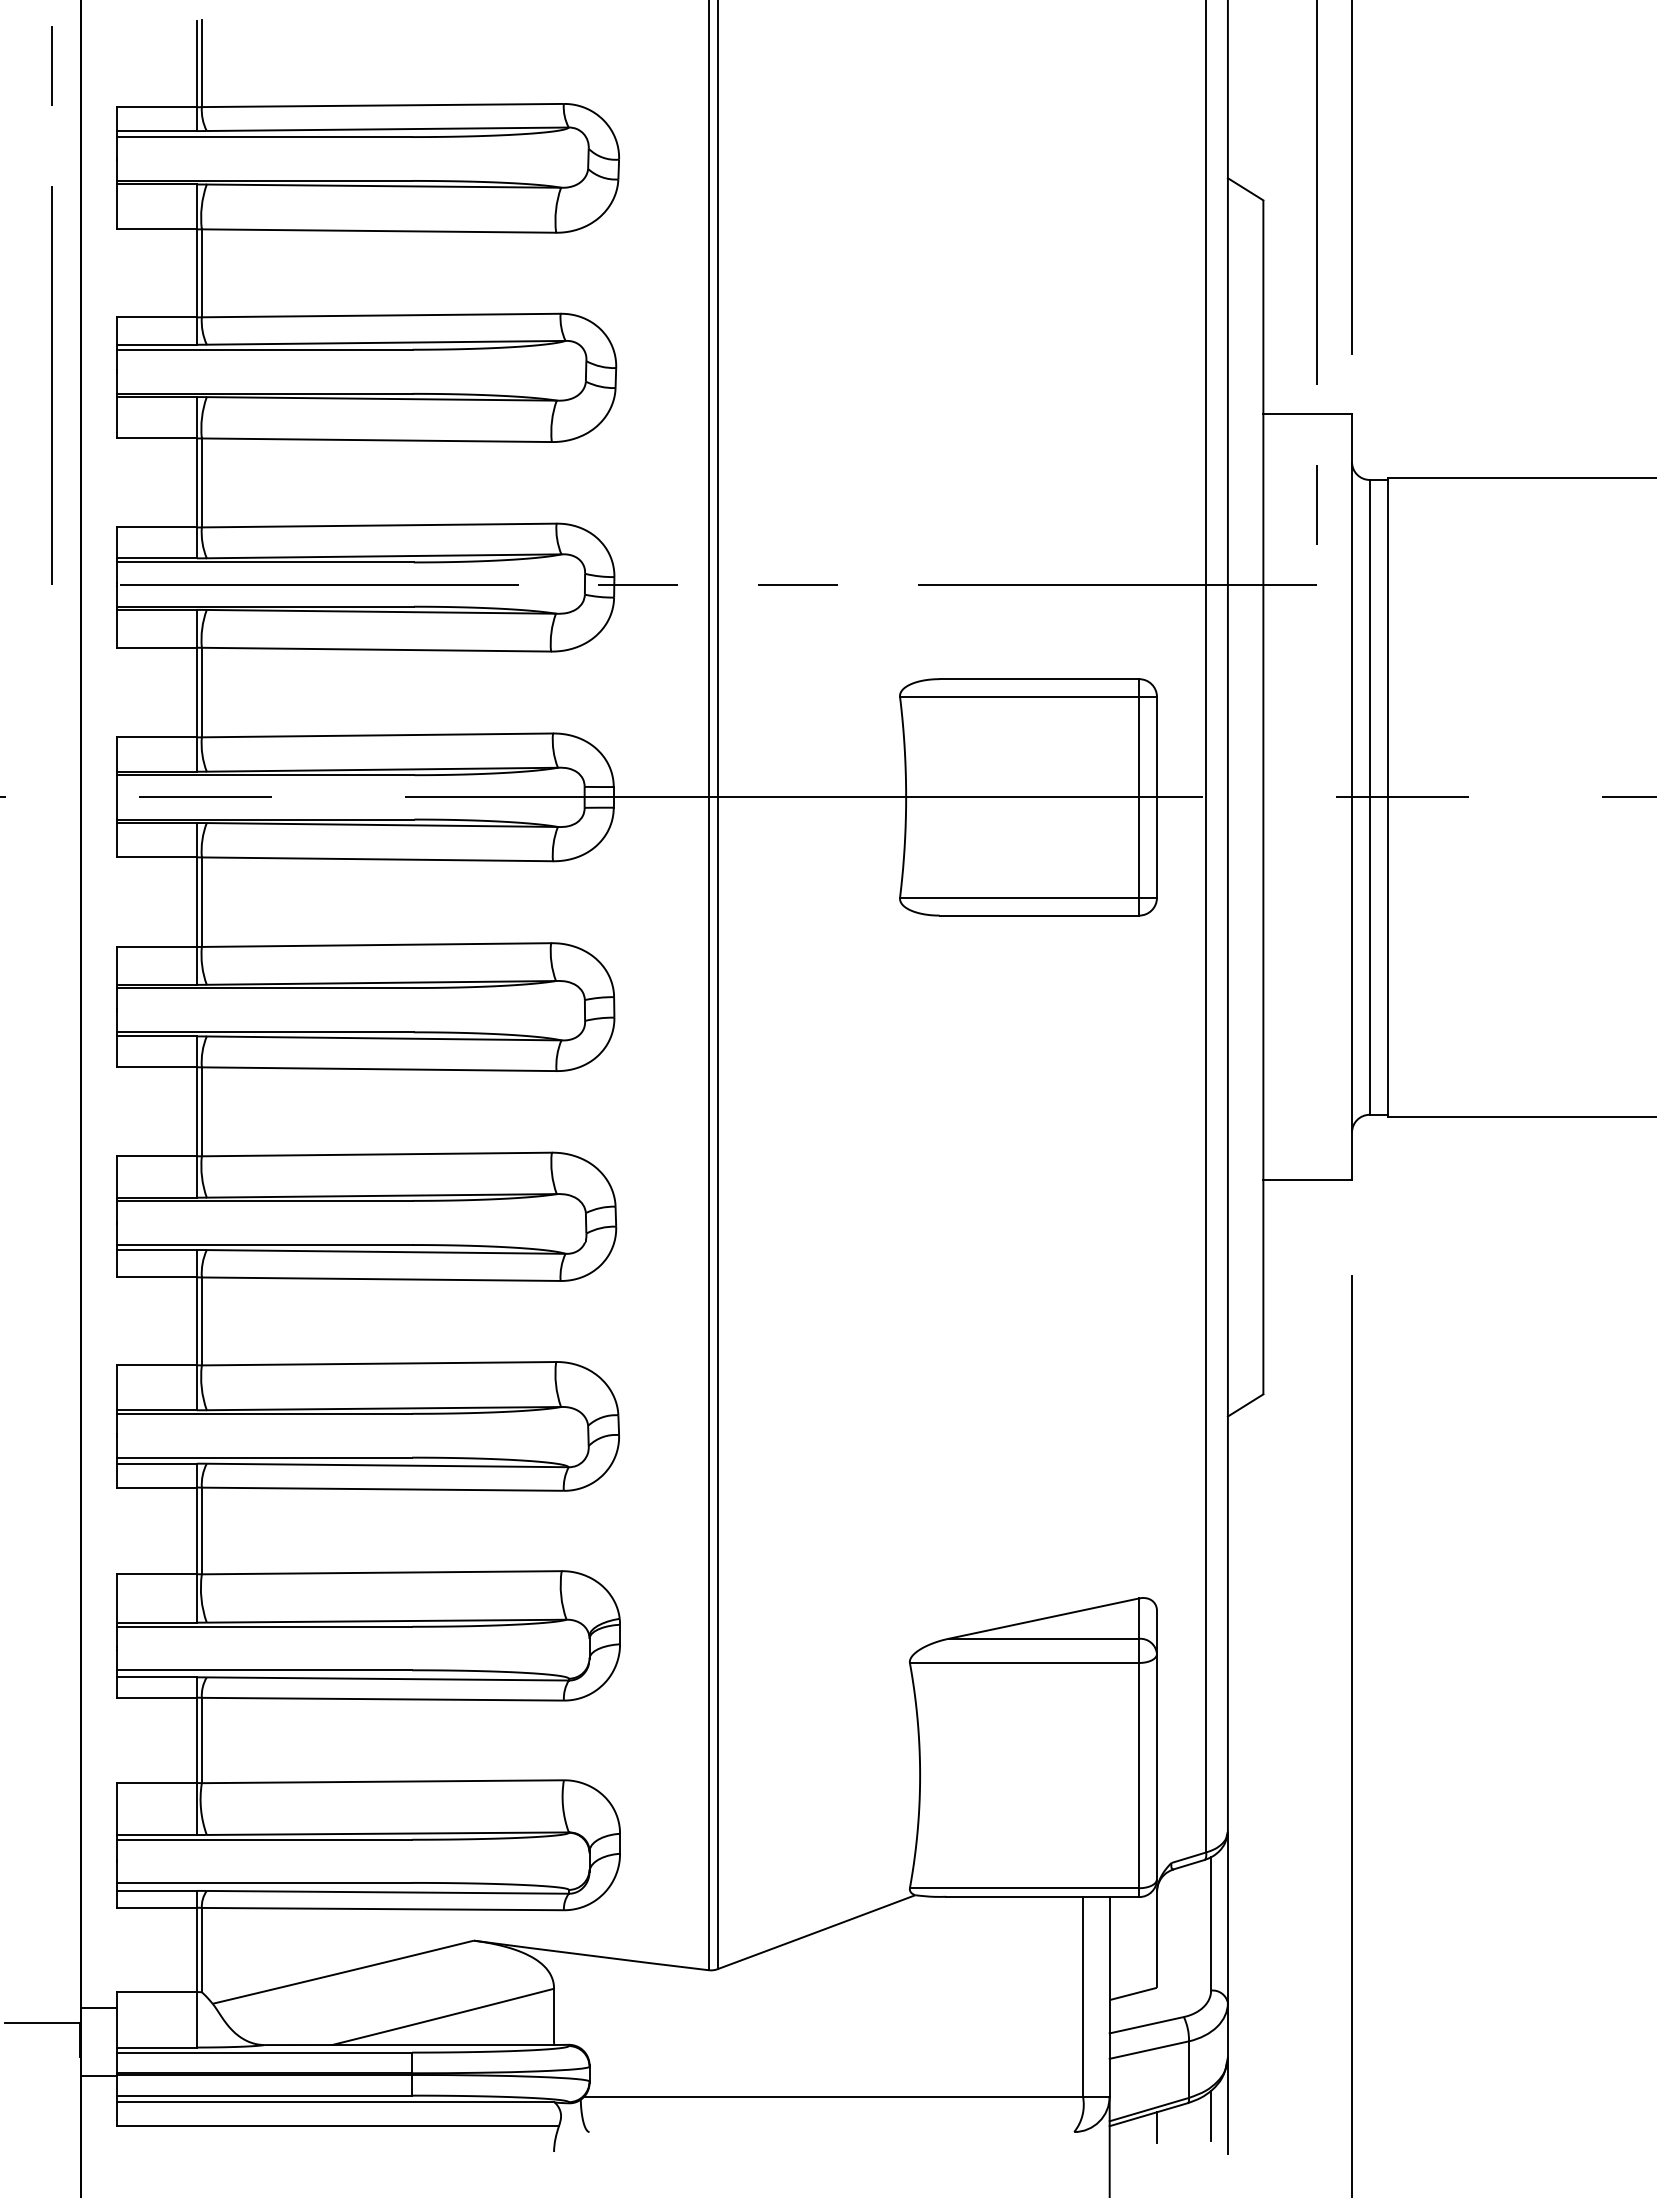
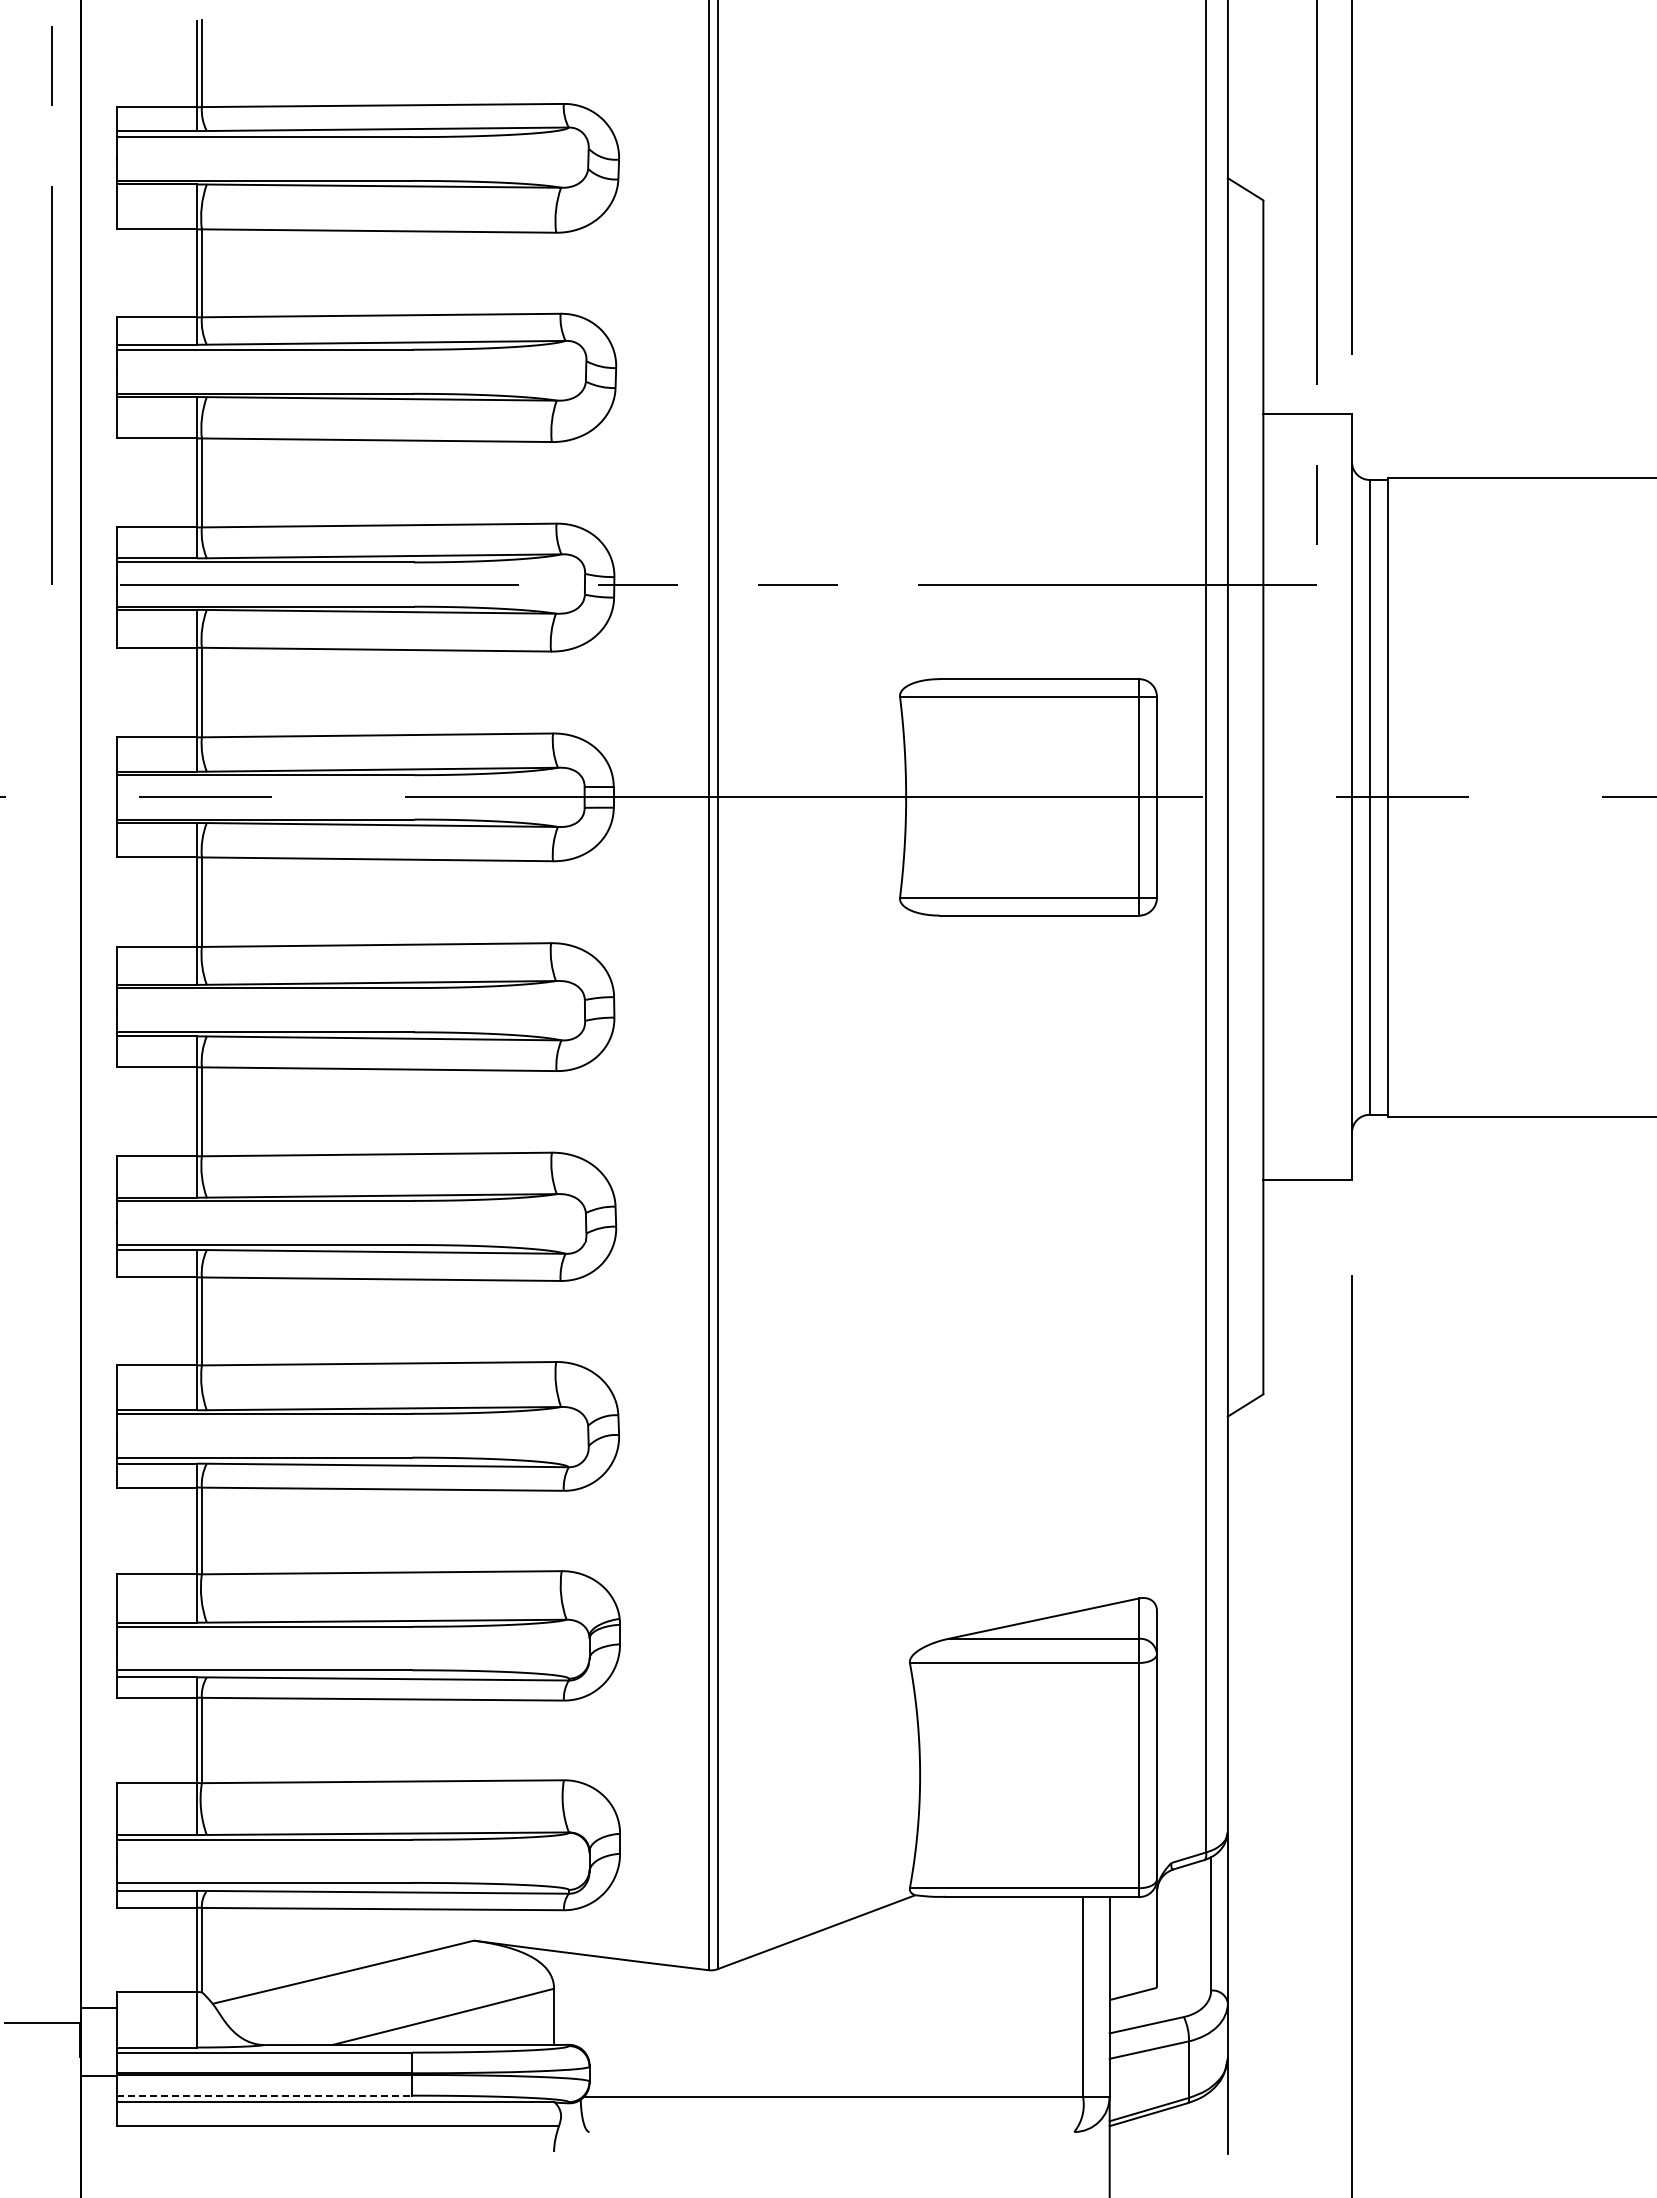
line at (264, 2095): solid -> dashed
line at (1211, 2115): present -> none
line at (1156, 2127): present -> none
